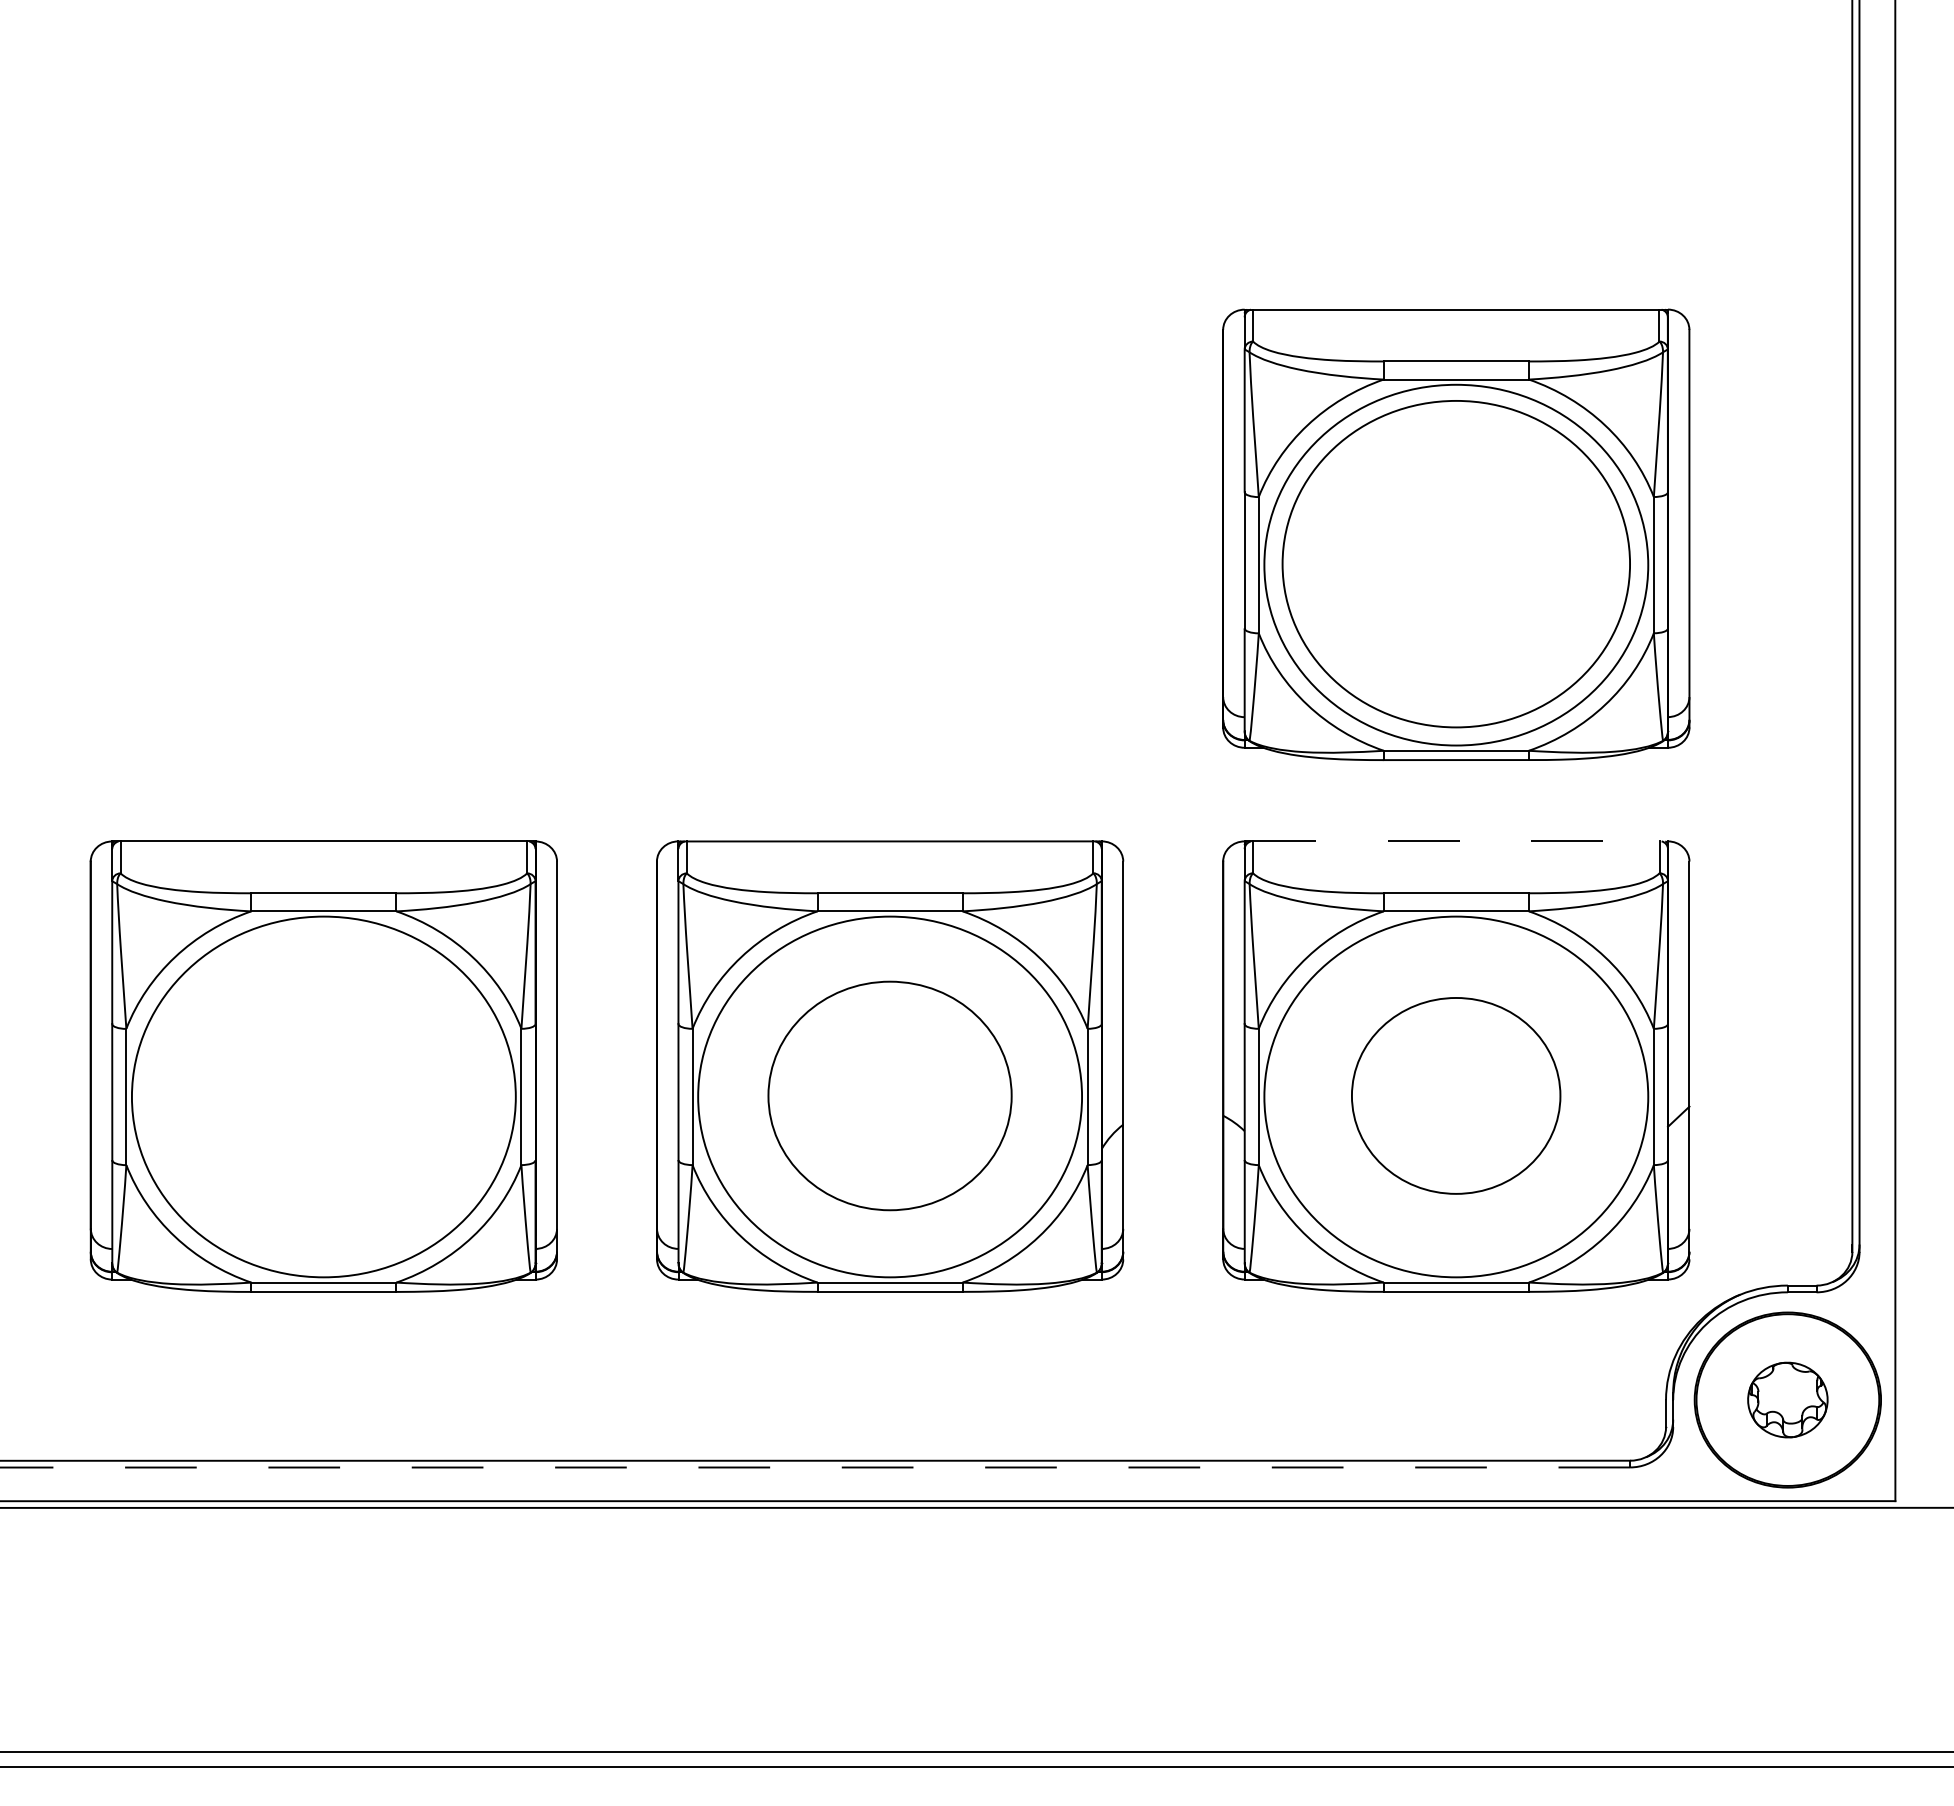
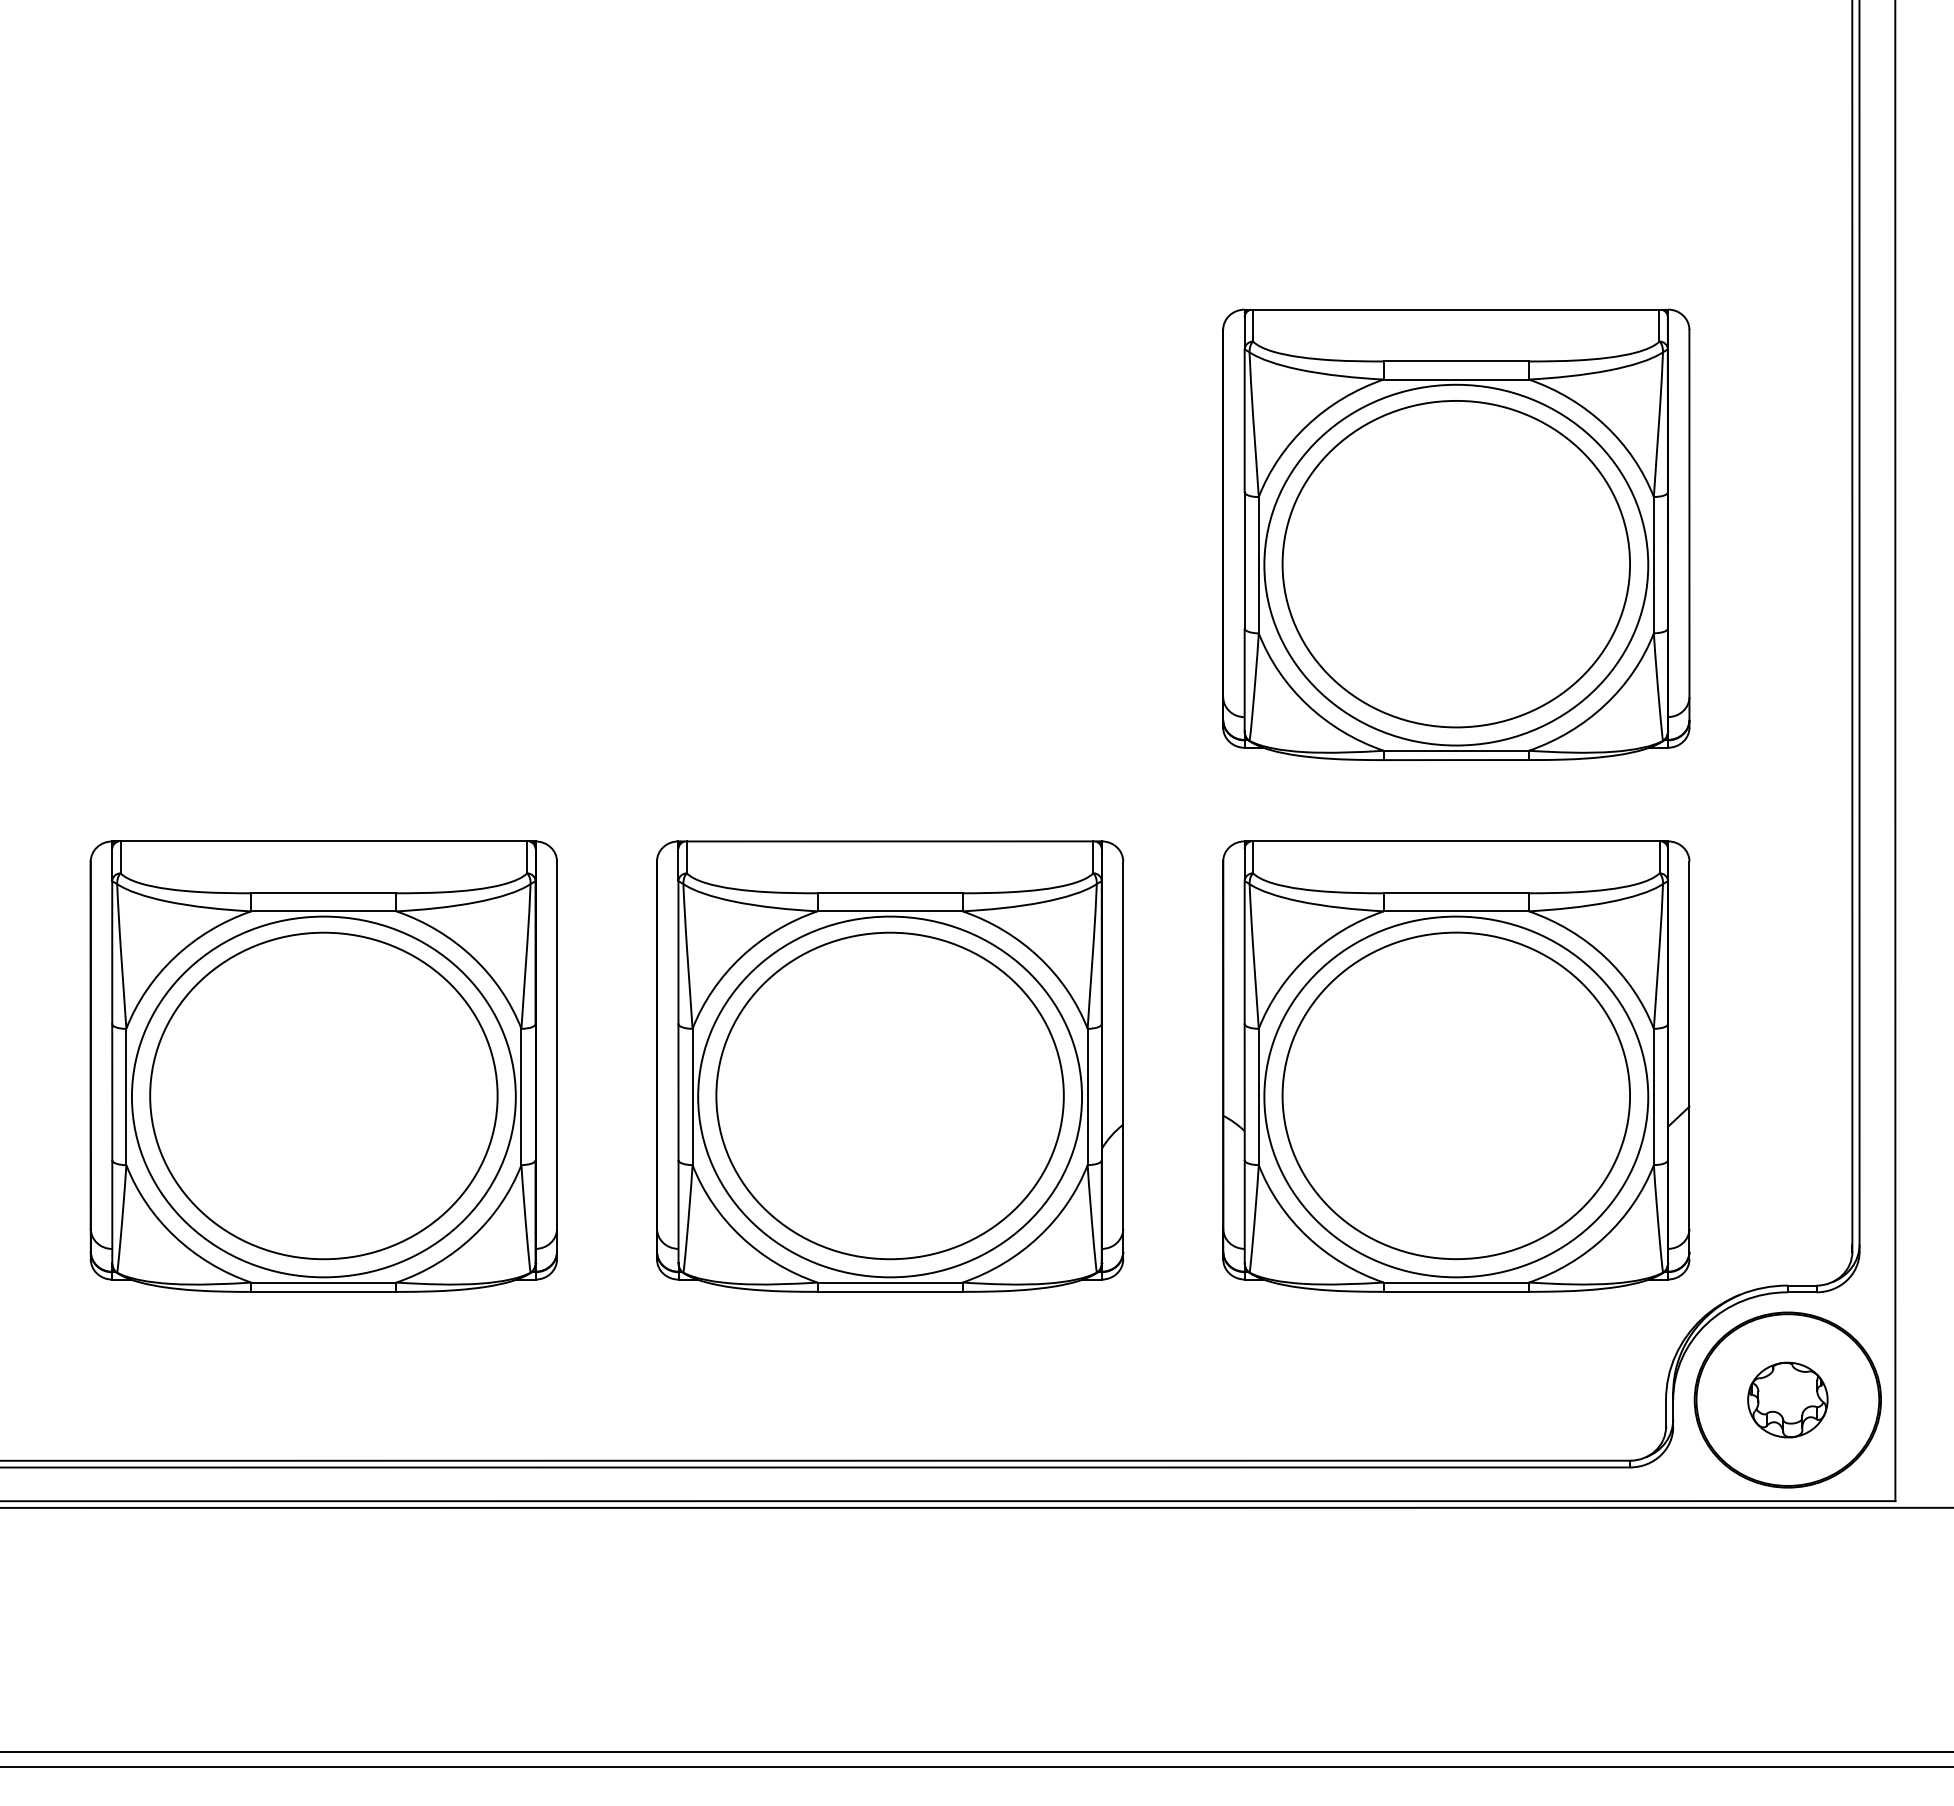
line at (1456, 841): dashed -> solid
part at (323, 1095): none -> present
part at (889, 1095) size: 246x232 px -> 350x330 px
part at (1456, 1095) size: 211x198 px -> 350x330 px
line at (815, 1467): dashed -> solid
